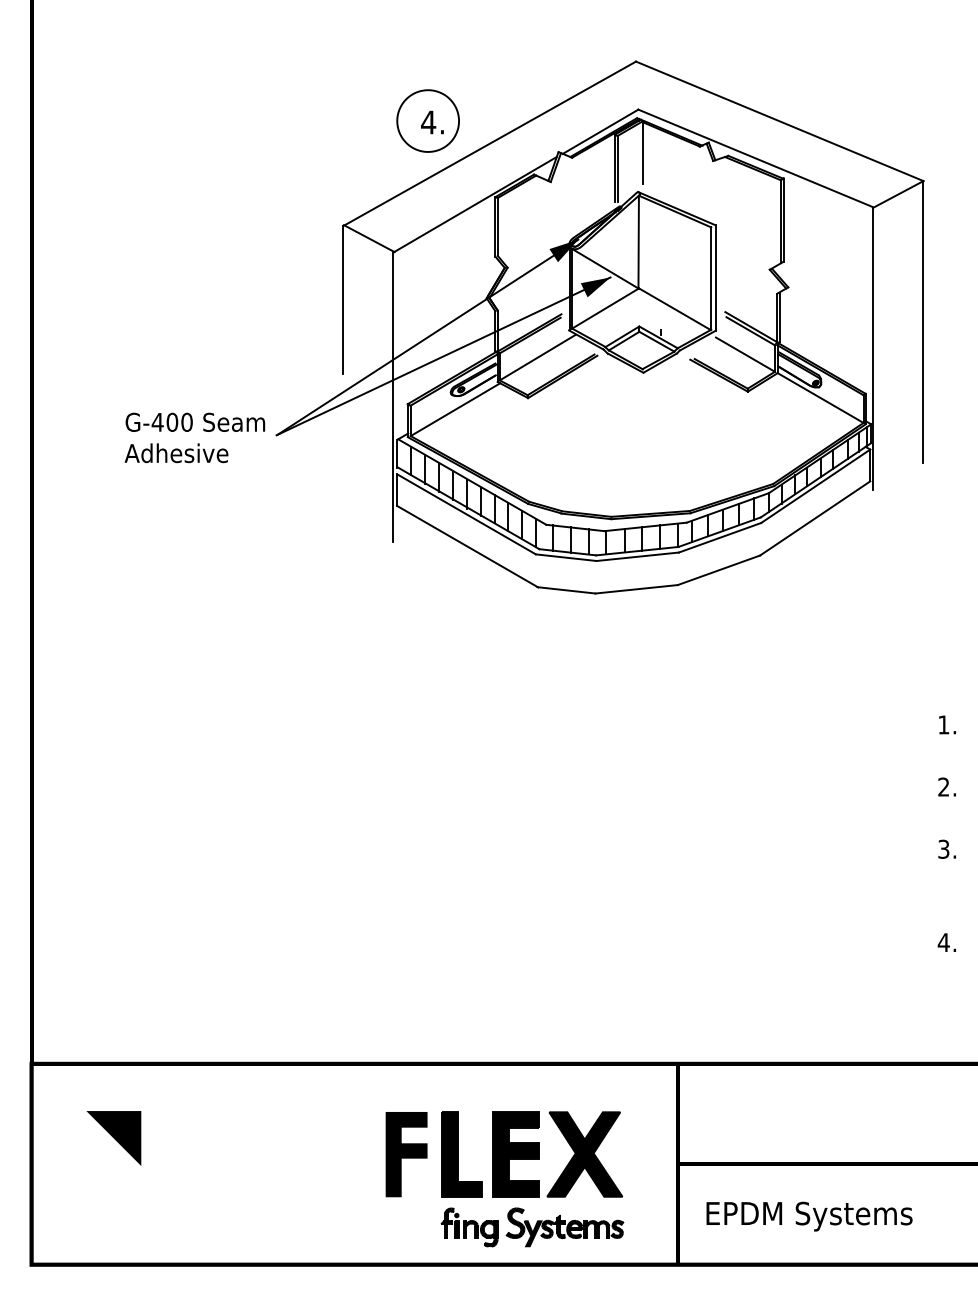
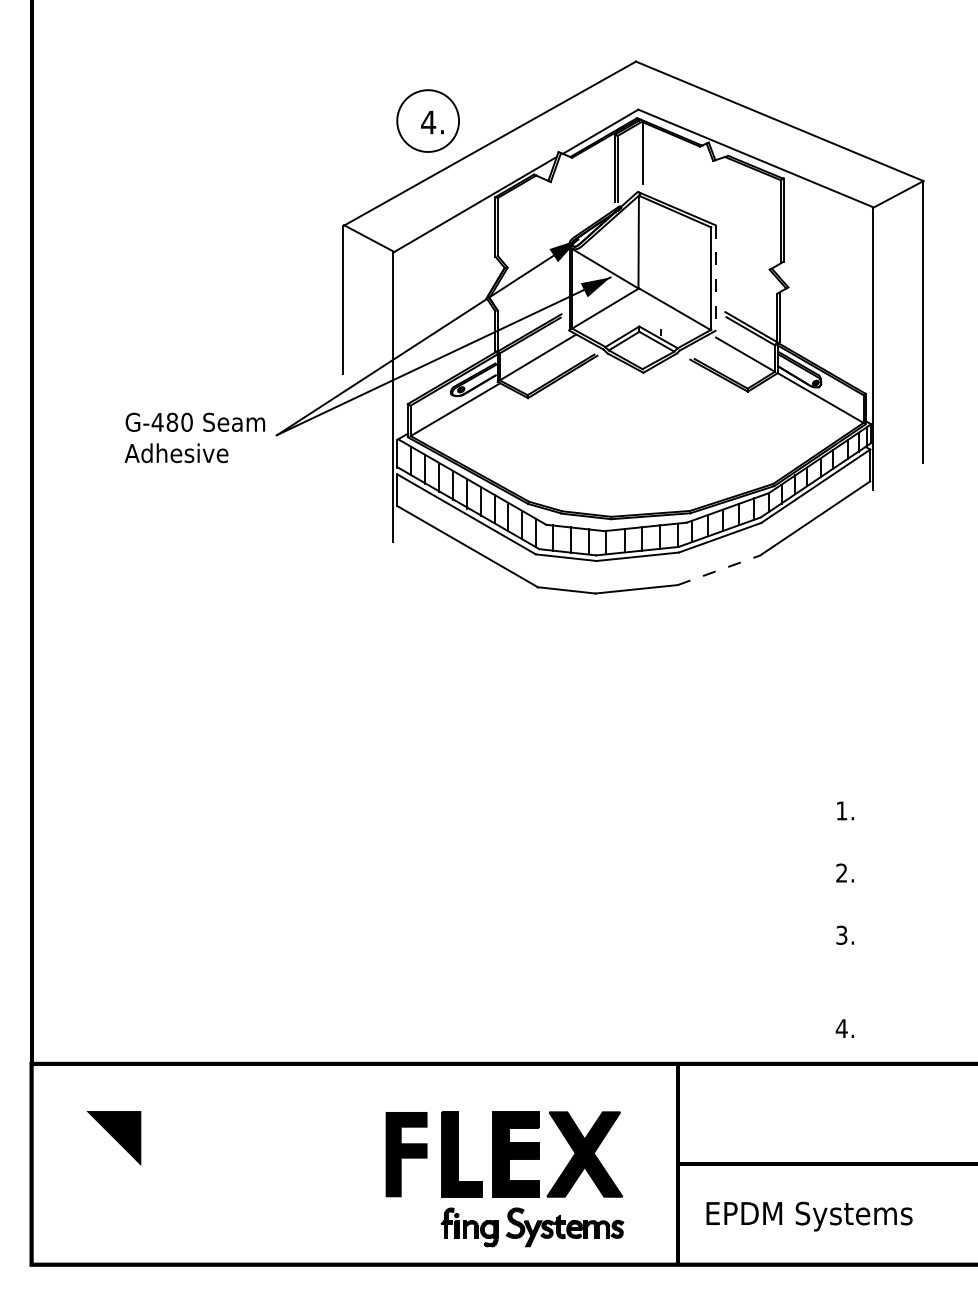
line at (715, 278): solid -> dashed
text at (172, 422): G-400 -> G-480
line at (718, 570): solid -> dashed
text at (946, 833) position: (946, 833) -> (844, 919)
